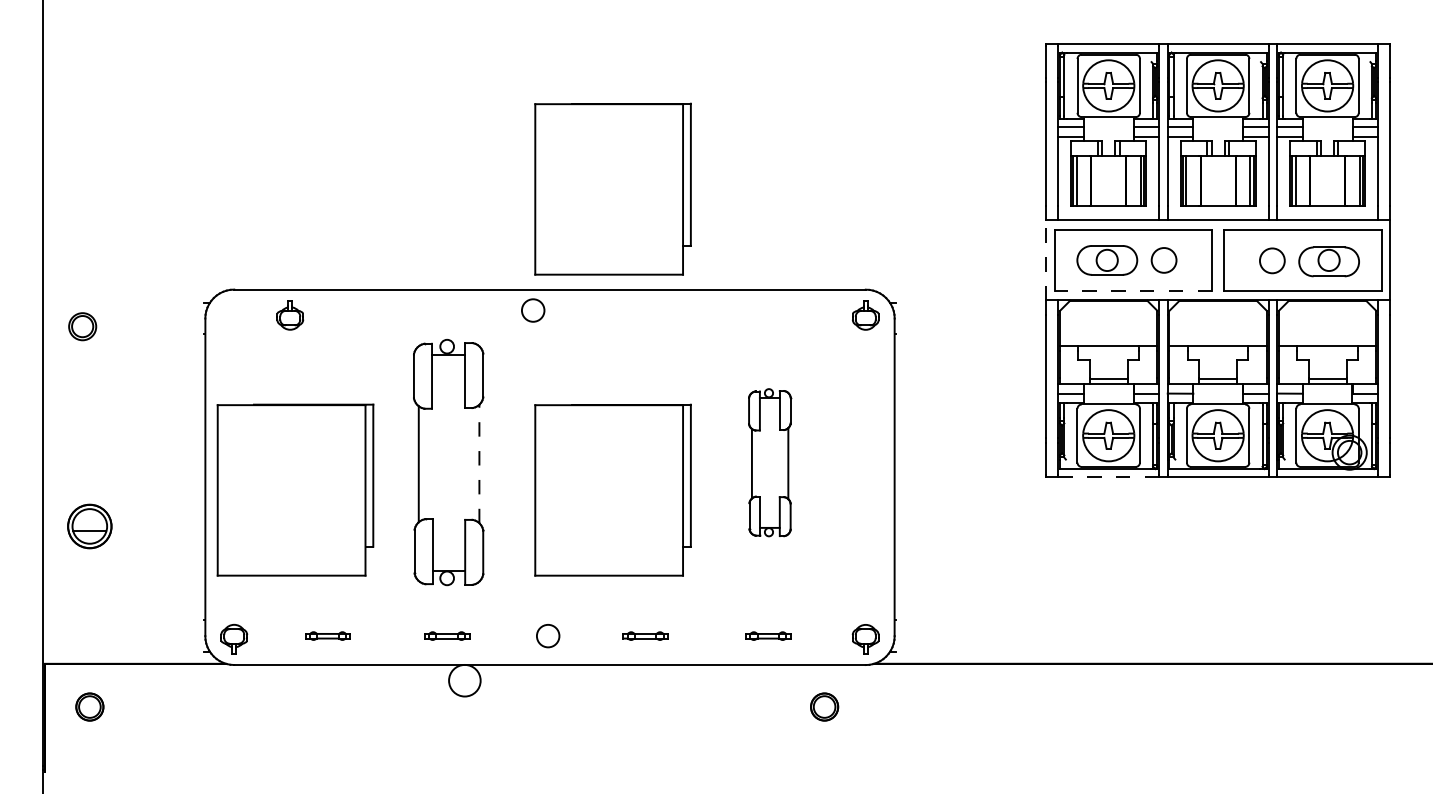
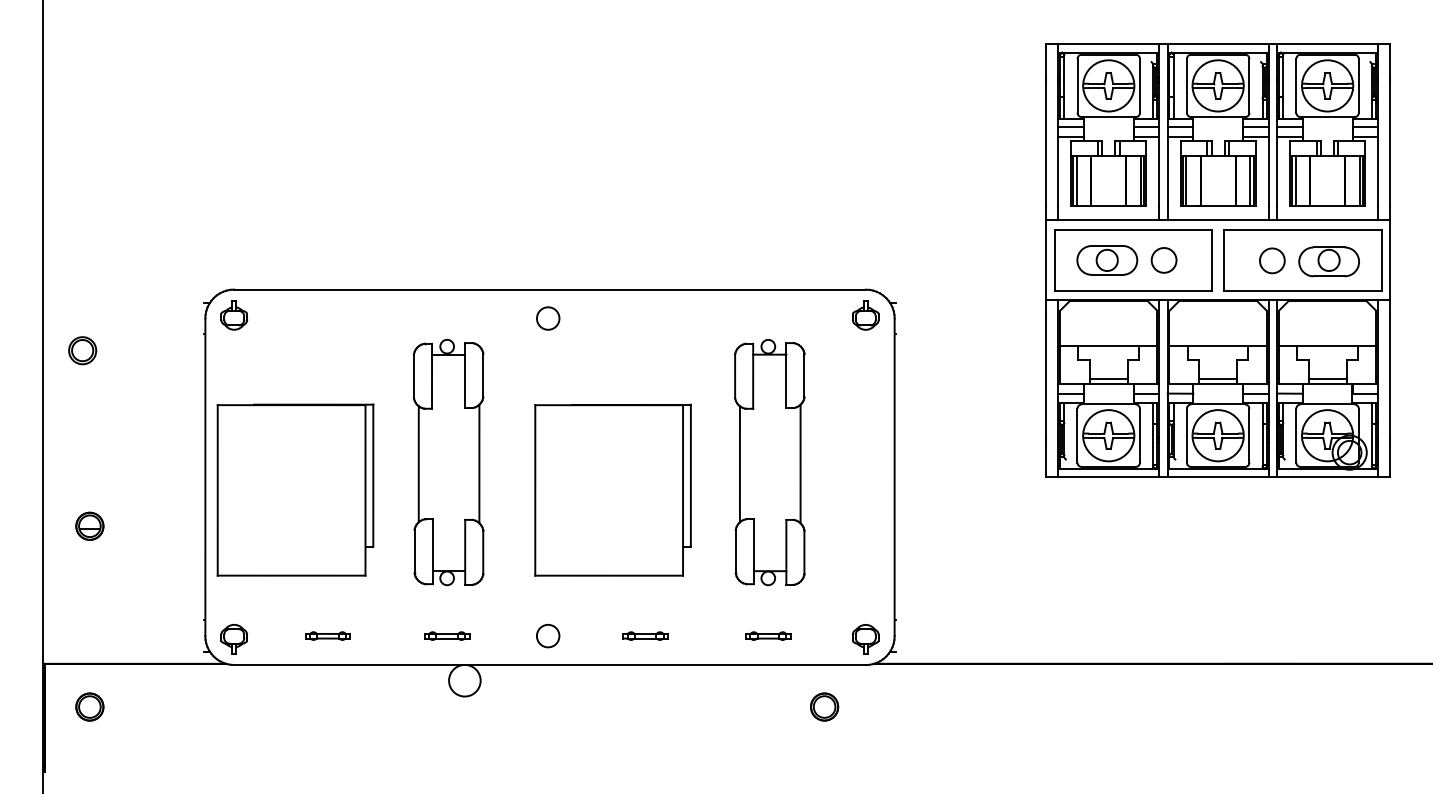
part at (612, 188): present -> none
line at (1046, 259): dashed -> solid
line at (1133, 290): dashed -> solid
circle at (533, 310) position: (533, 310) -> (548, 318)
part at (290, 315) position: (290, 315) -> (234, 315)
part at (82, 326) position: (82, 326) -> (82, 350)
part at (770, 462) size: 45x150 px -> 72x248 px
line at (479, 463): dashed -> solid
line at (1108, 476): dashed -> solid
part at (89, 526) size: 46x47 px -> 30x30 px
